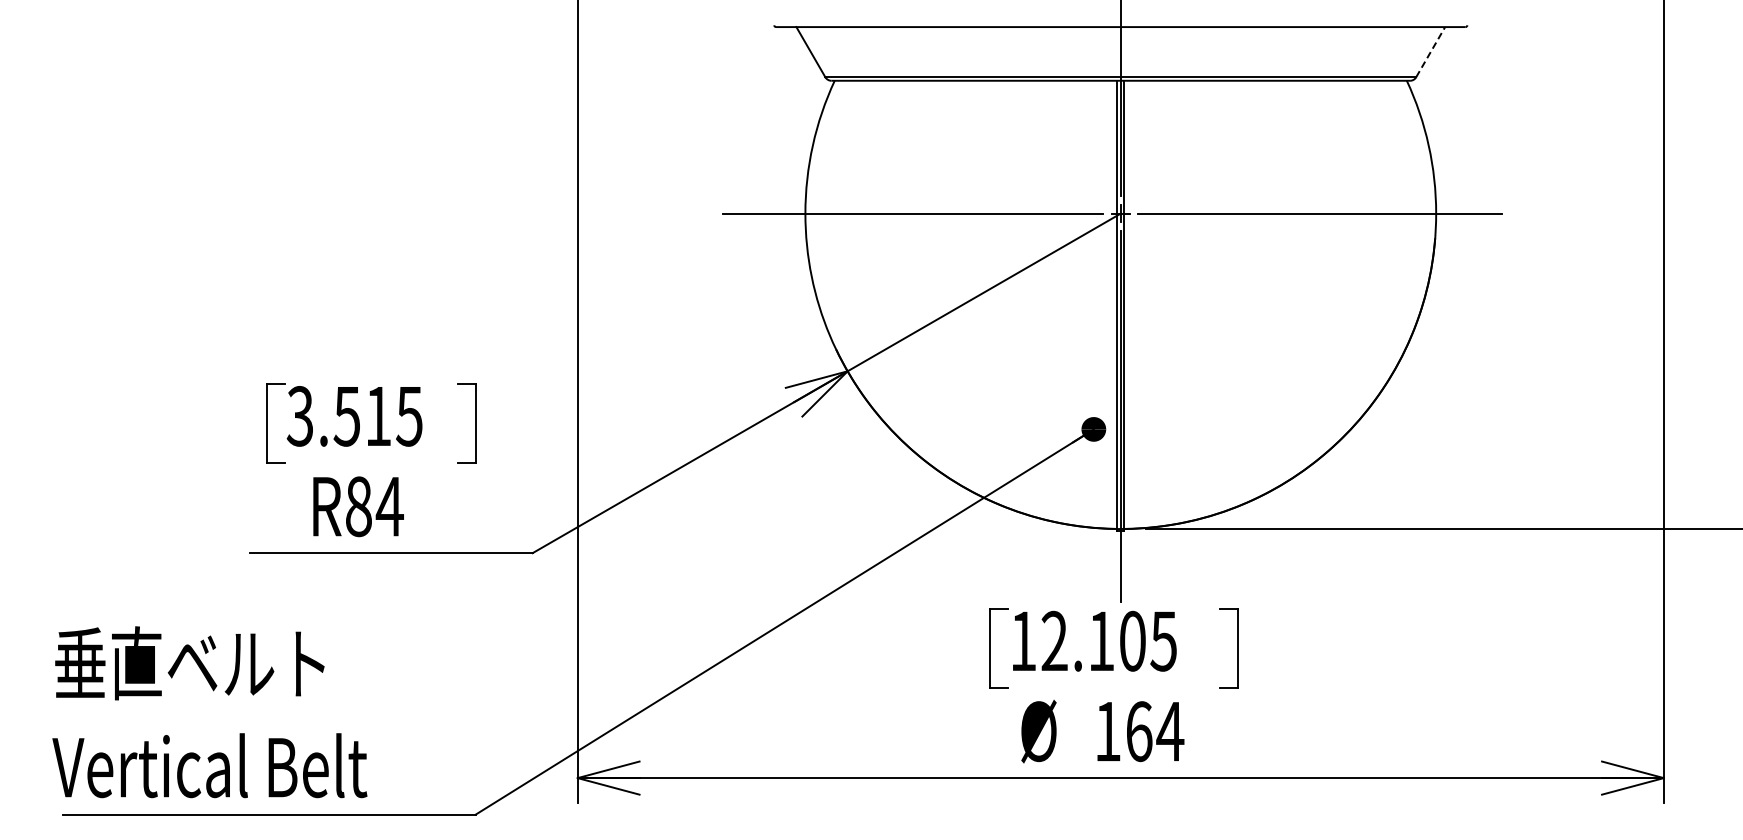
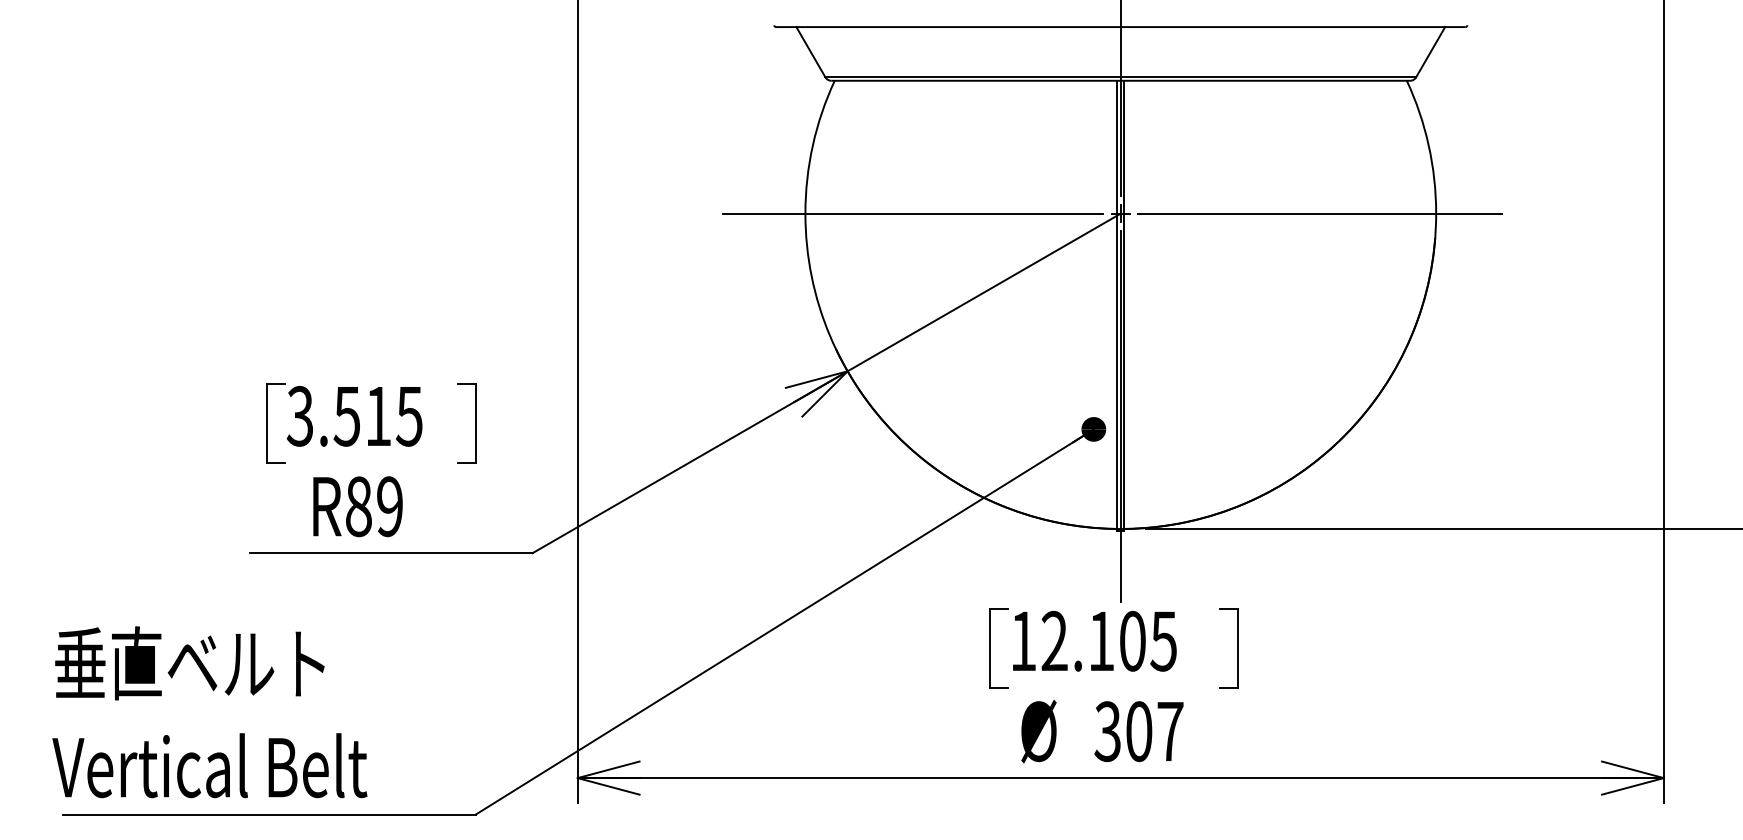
line at (1430, 52): dashed -> solid
text at (389, 506): R84 -> R89
text at (1139, 731): 164 -> 307
